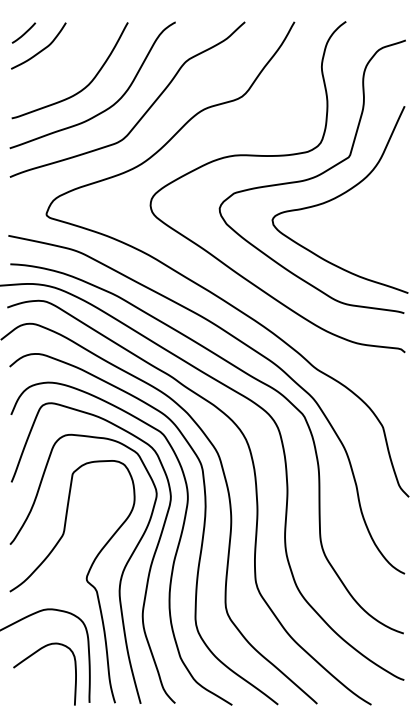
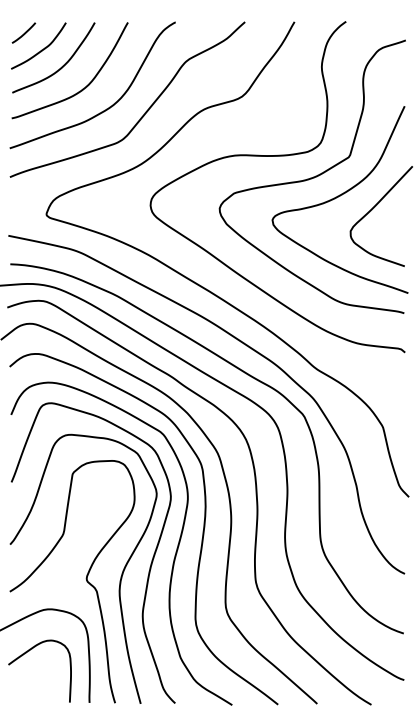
curve at (62, 65): none -> present
curve at (373, 209): none -> present
curve at (31, 656) position: (31, 656) -> (26, 653)
